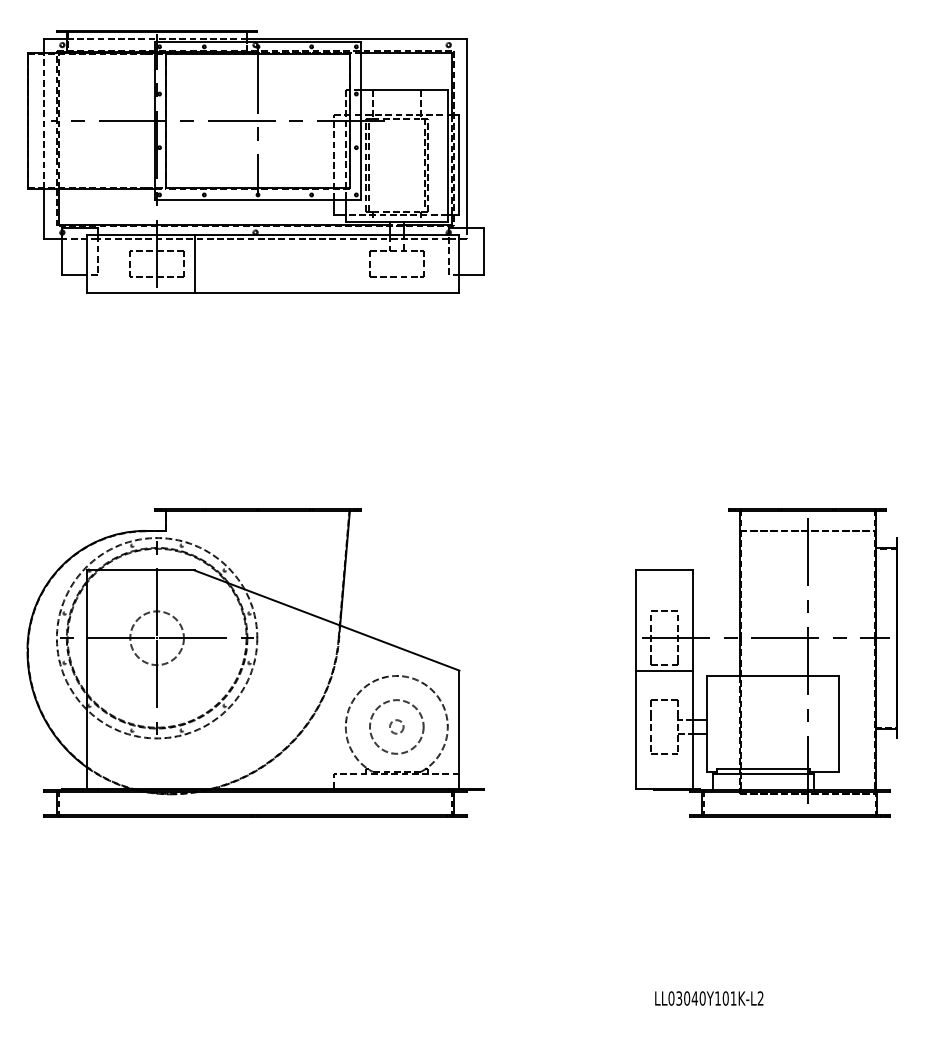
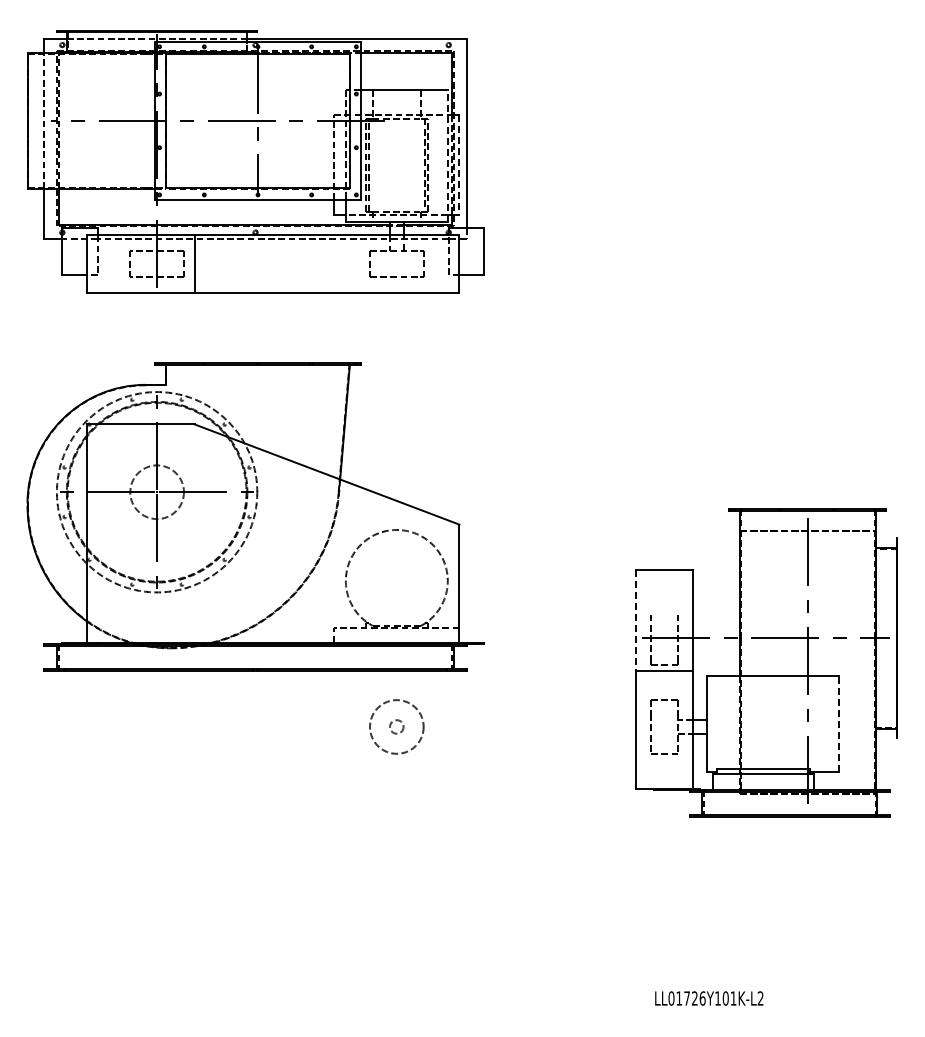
line at (447, 155): solid -> dashed
line at (459, 165): solid -> dashed
line at (664, 611): present -> none
line at (635, 621): solid -> dashed
part at (255, 662) position: (255, 662) -> (255, 516)
line at (838, 723): solid -> dashed
text at (690, 998): LL03040Y101K-L2 -> LL01726Y101K-L2
